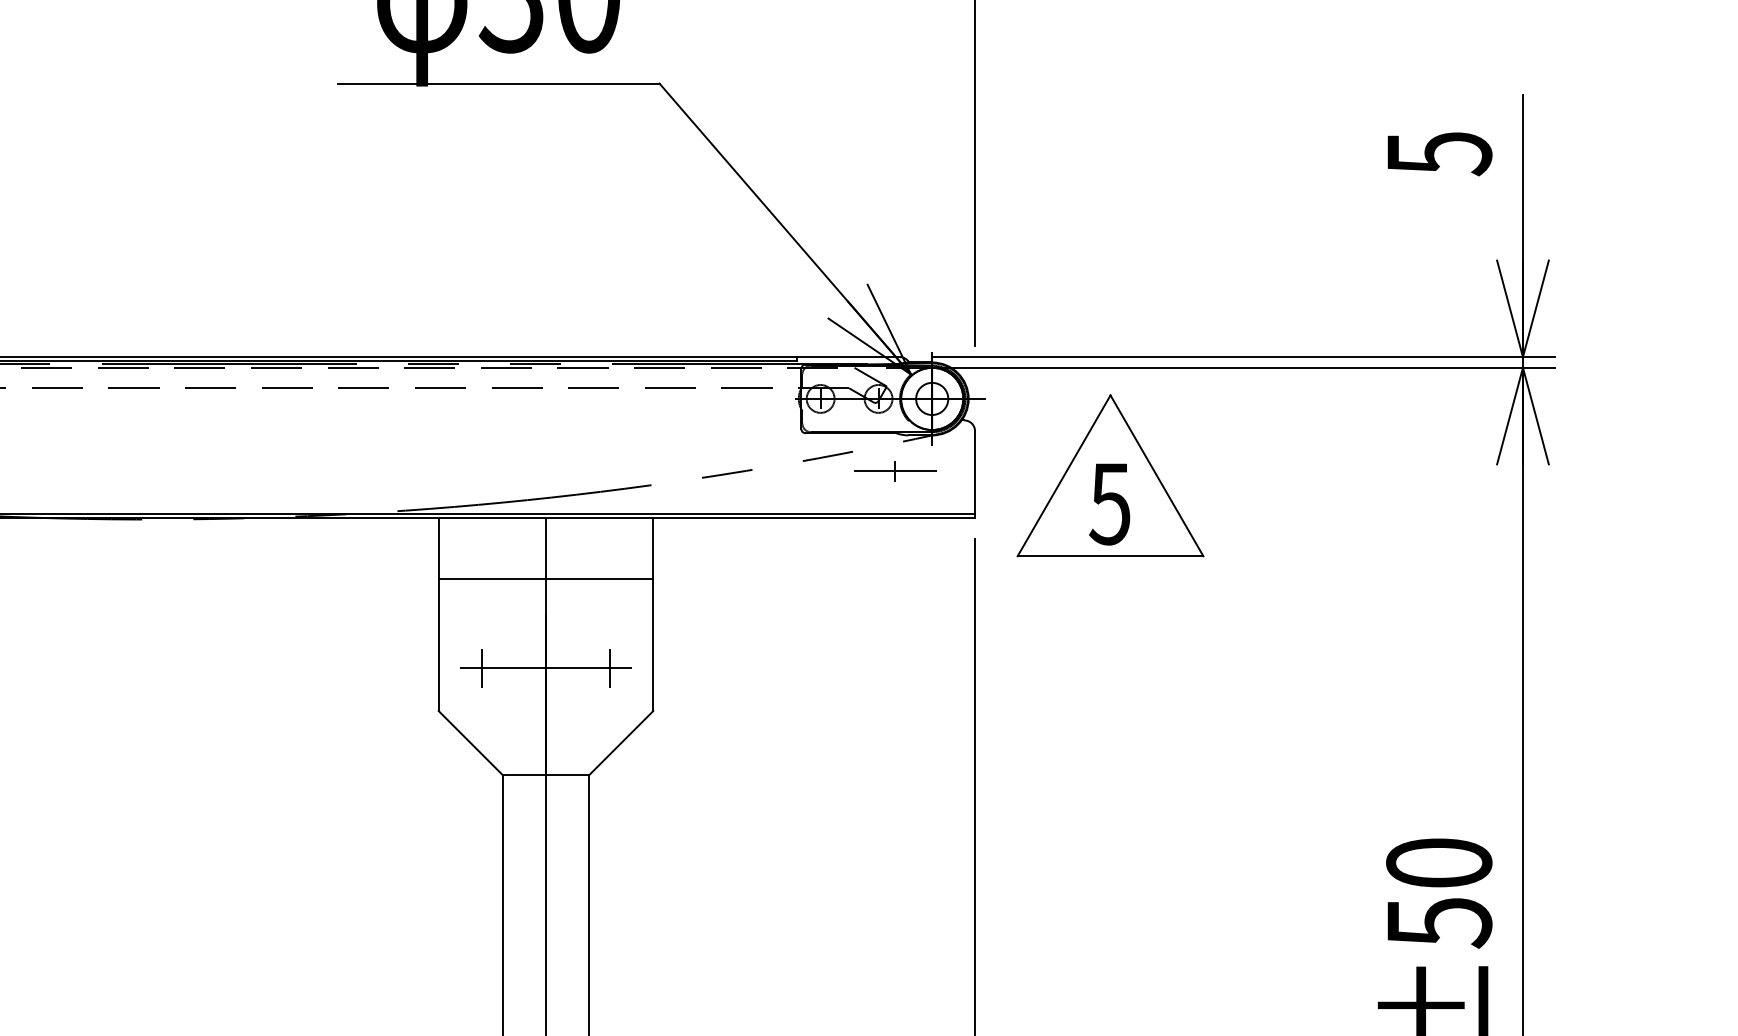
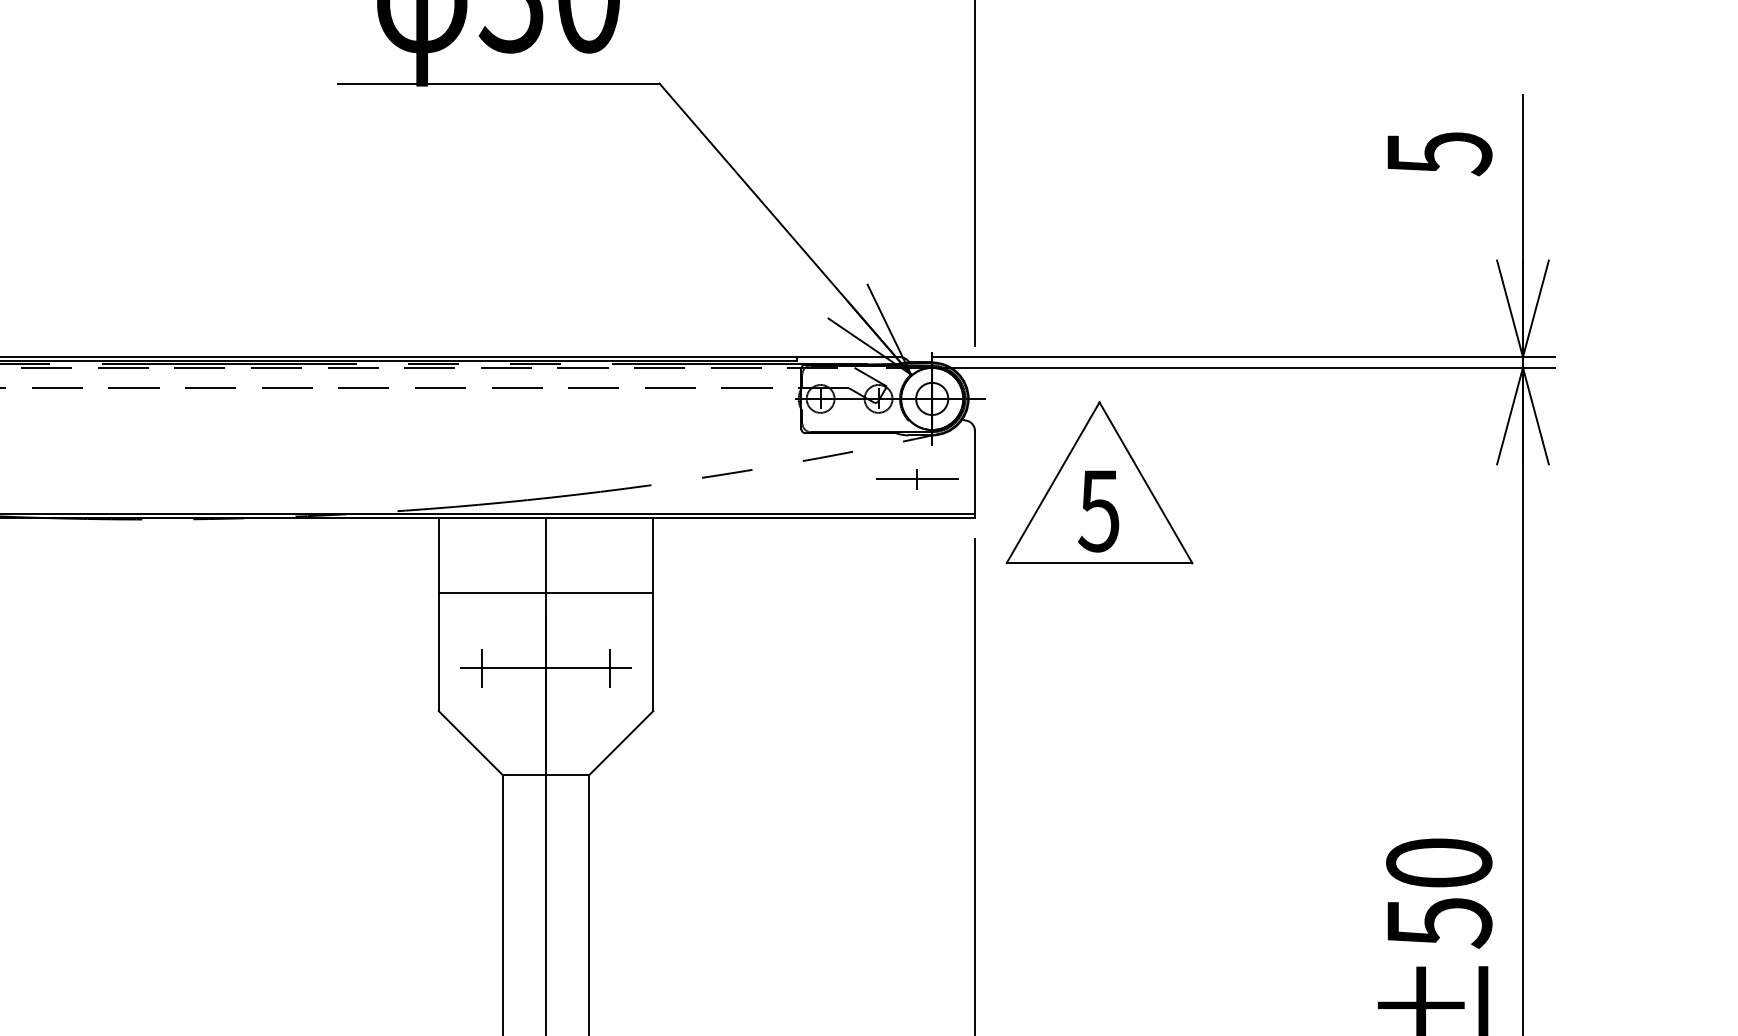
part at (895, 471) position: (895, 471) -> (917, 479)
part at (1110, 475) position: (1110, 475) -> (1099, 482)
line at (545, 579) position: (545, 579) -> (545, 593)
